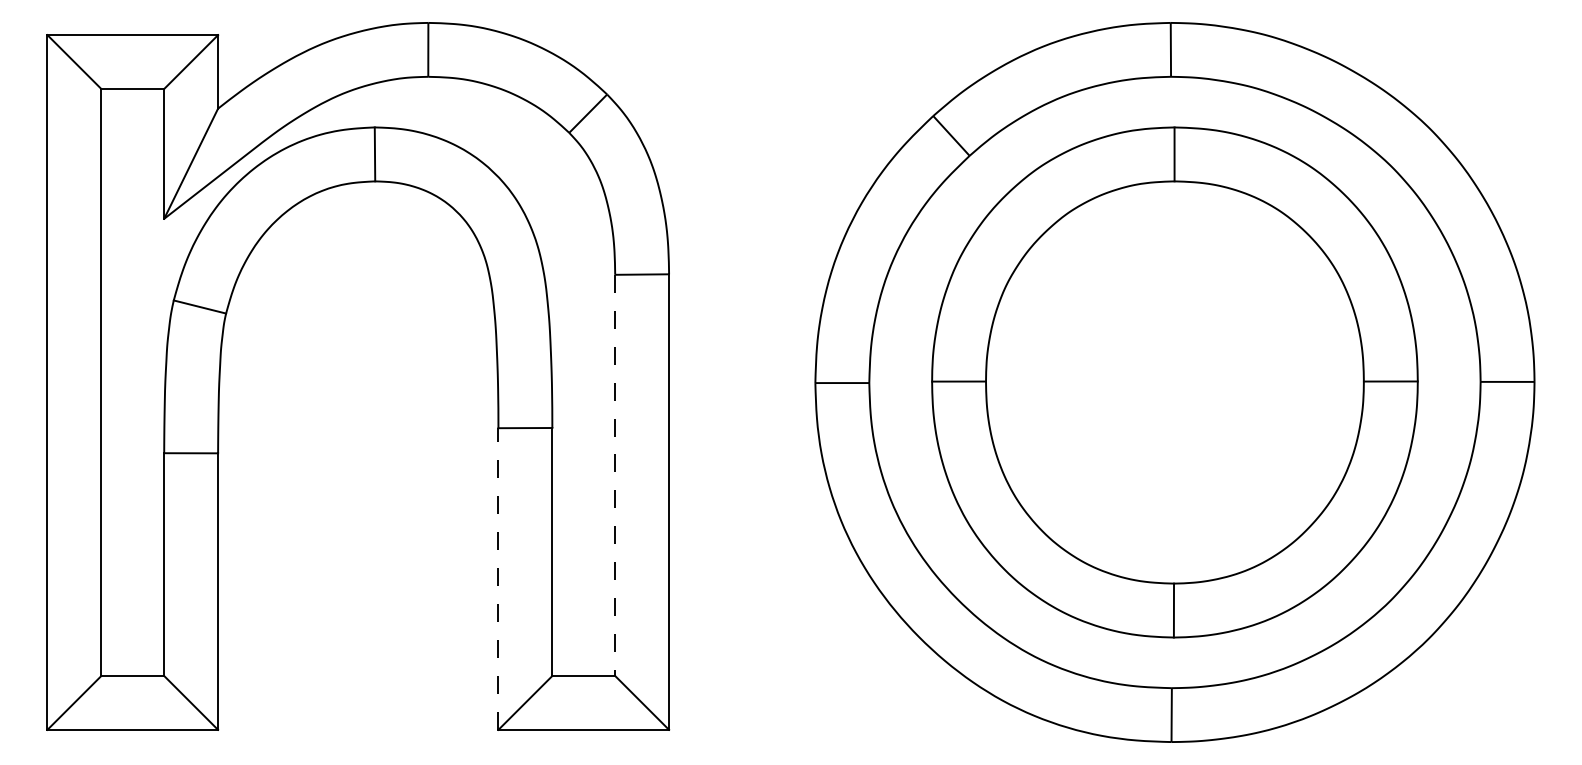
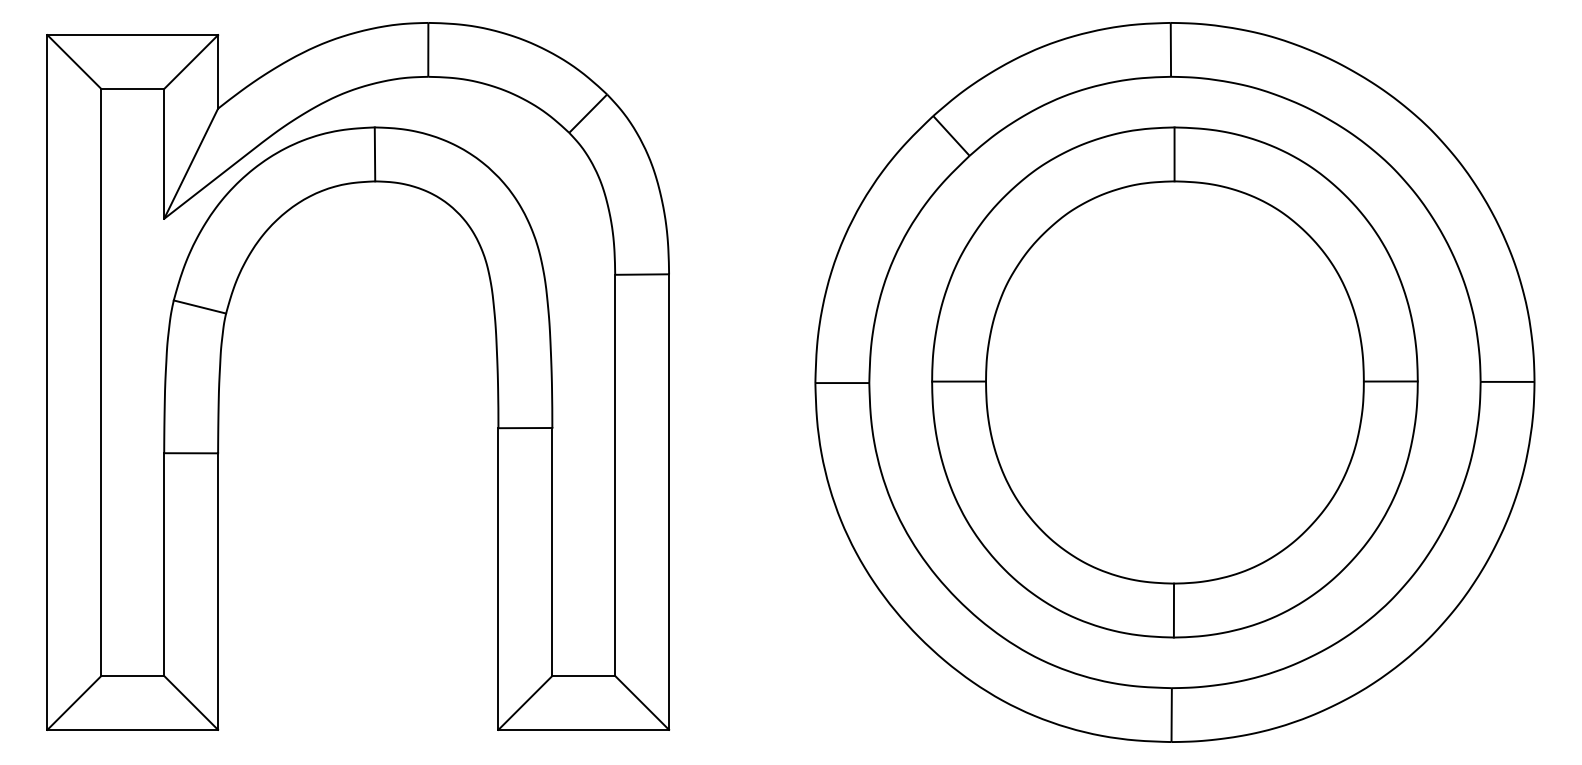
line at (615, 475): dashed -> solid
line at (498, 579): dashed -> solid
